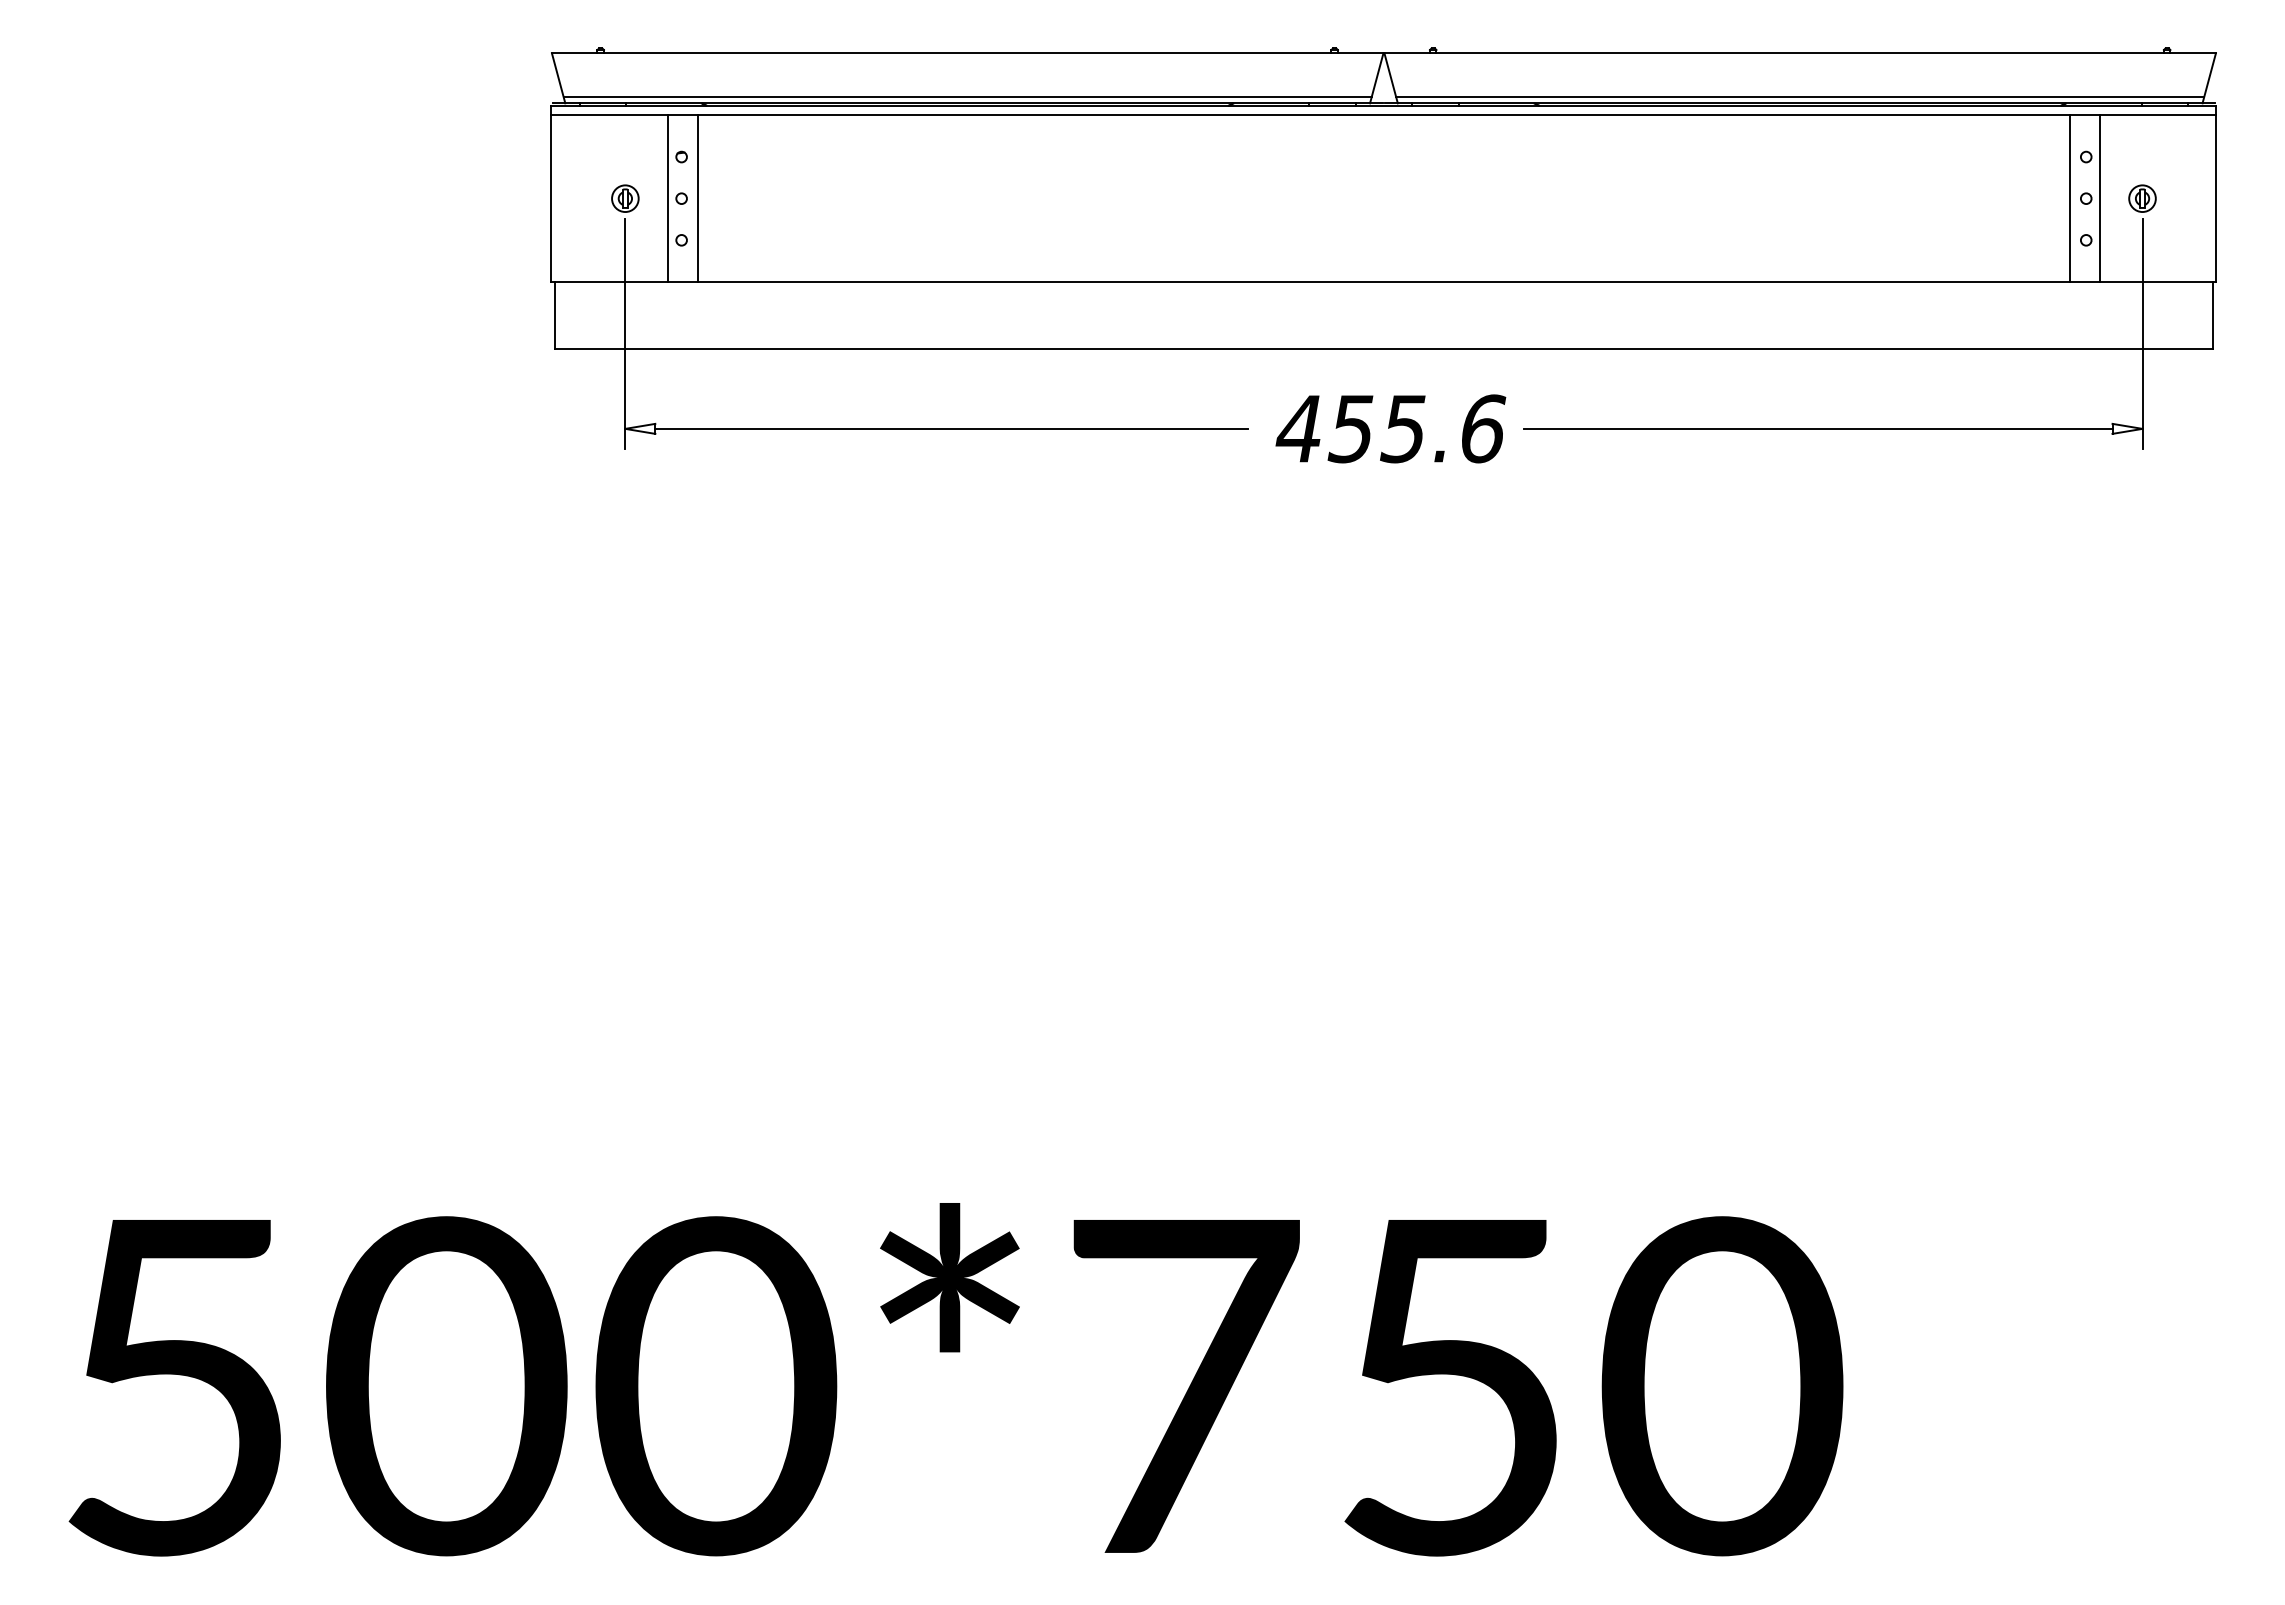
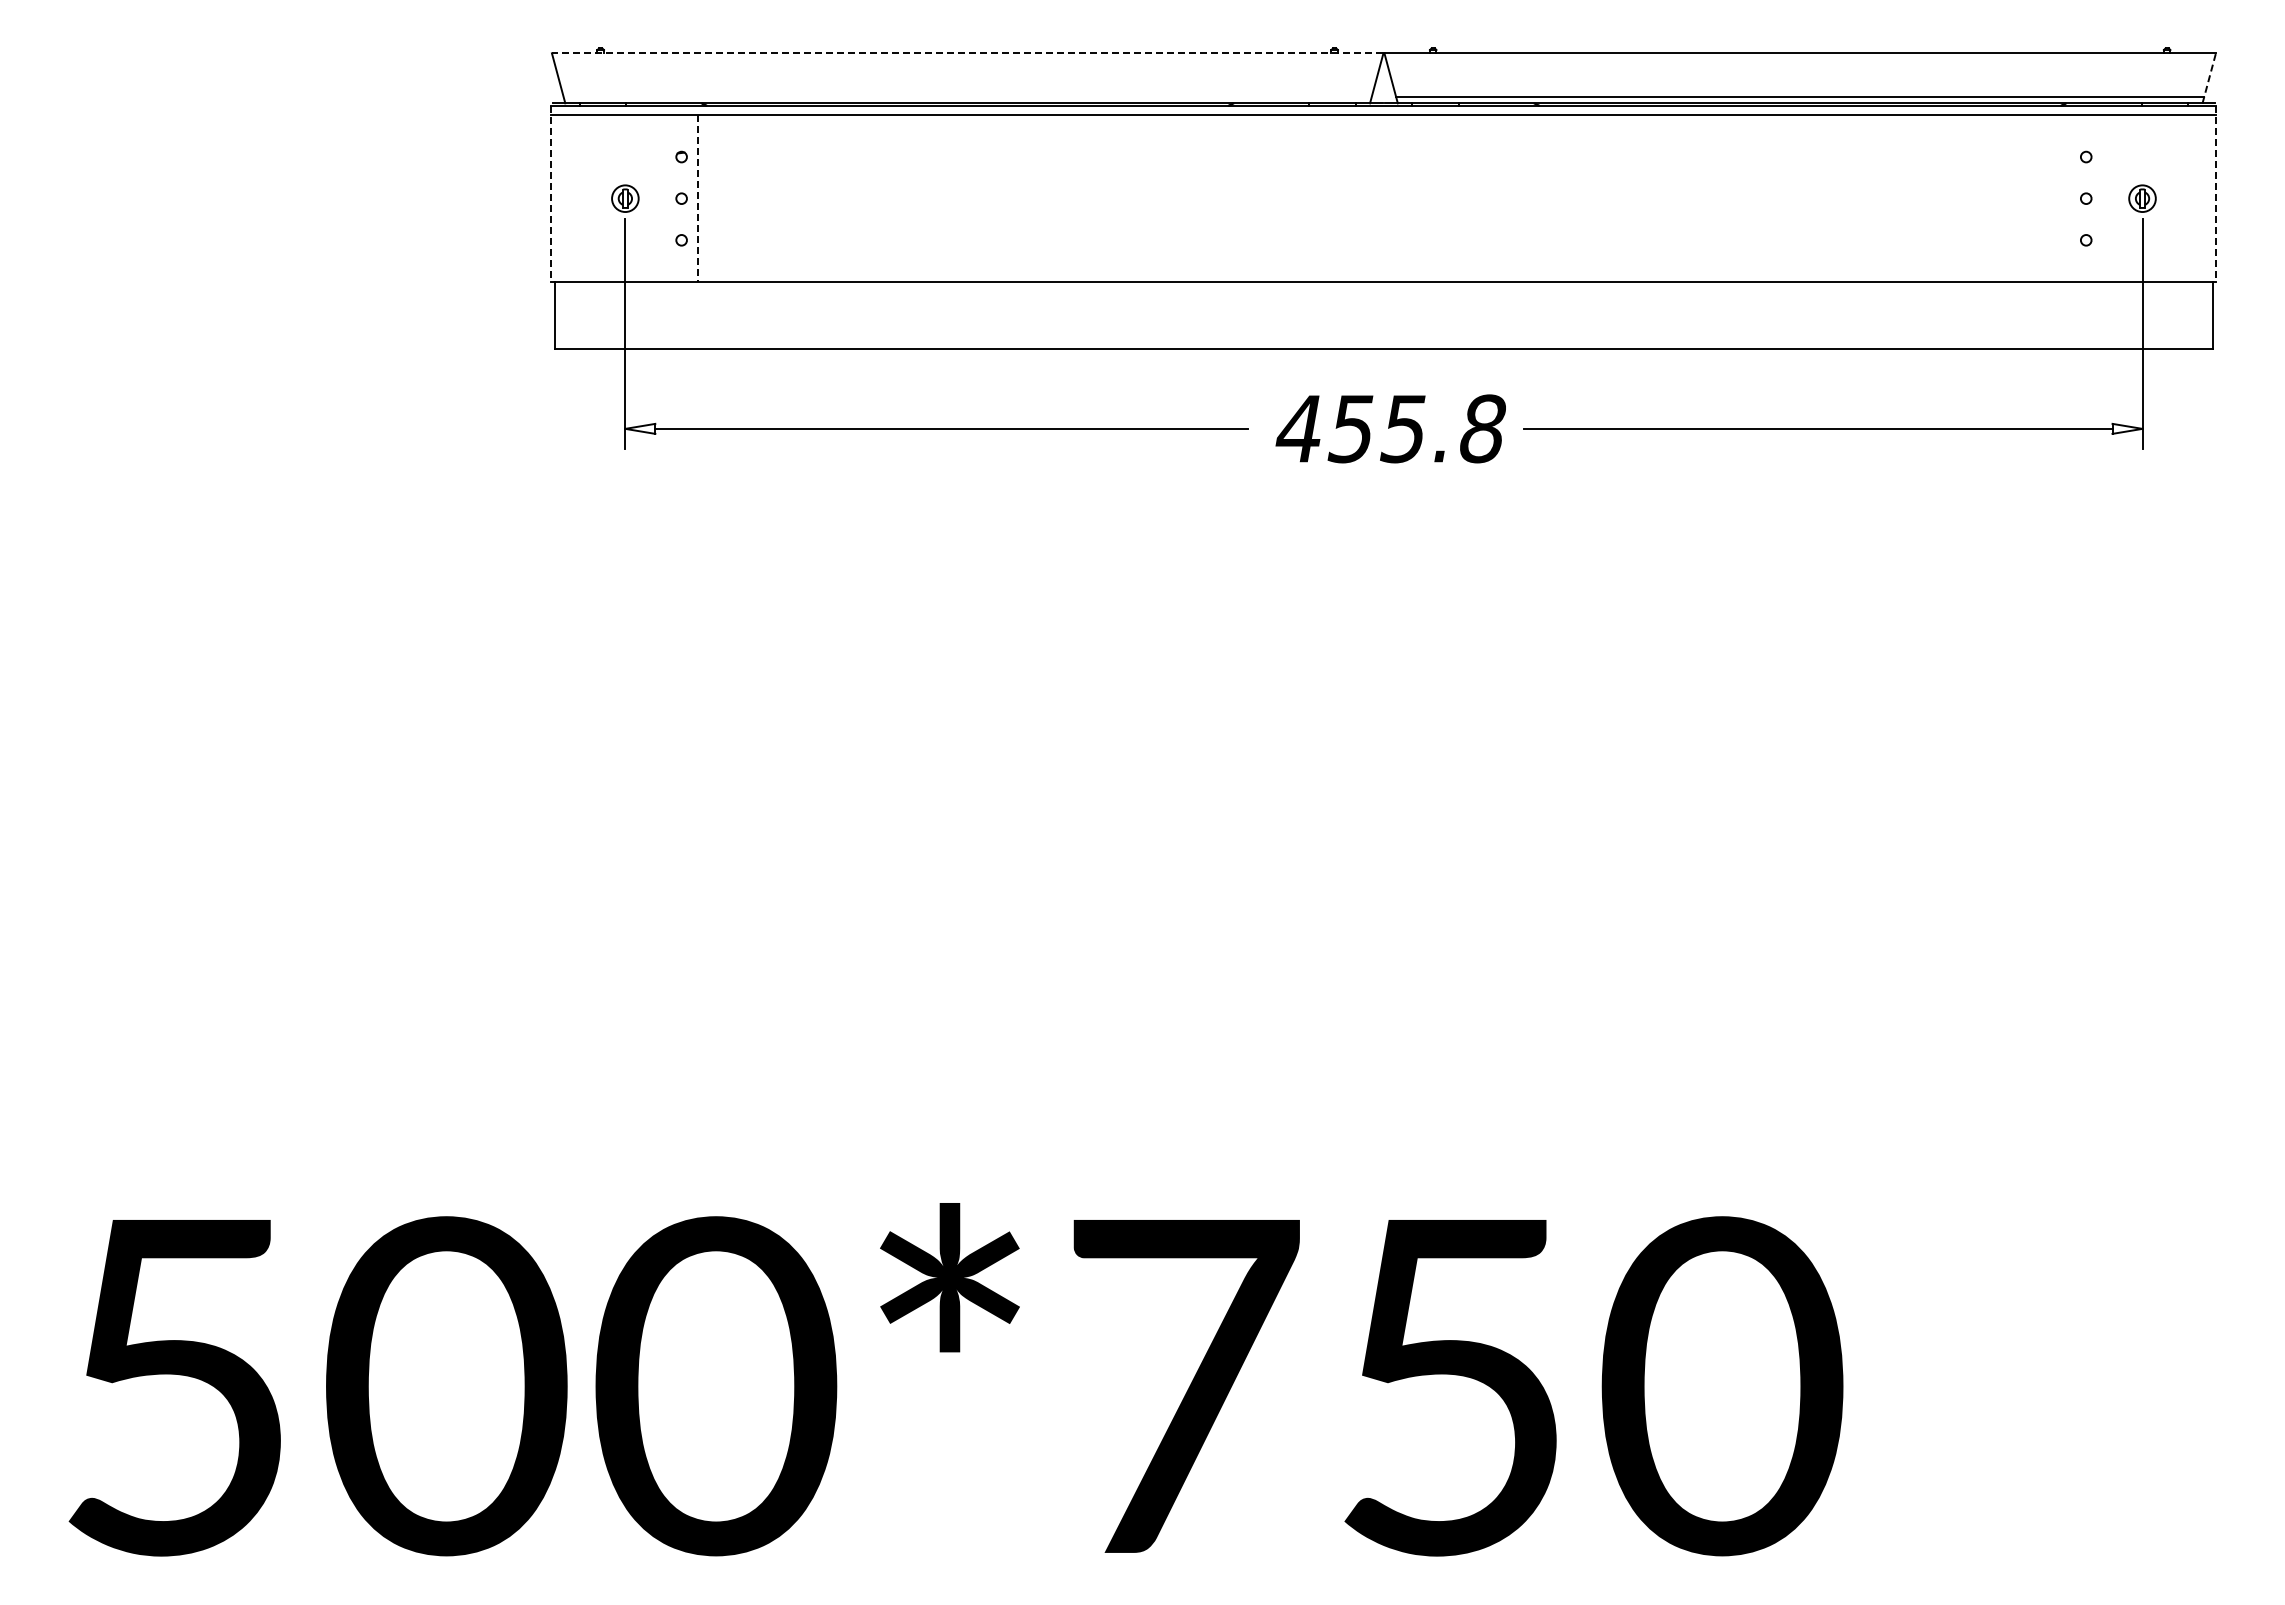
line at (967, 53): solid -> dashed
line at (2209, 78): solid -> dashed
line at (967, 96): present -> none
line at (551, 194): solid -> dashed
line at (2216, 194): solid -> dashed
line at (668, 198): present -> none
line at (698, 198): solid -> dashed
line at (2069, 198): present -> none
line at (2099, 198): present -> none
text at (1483, 428): 455.6 -> 455.8
